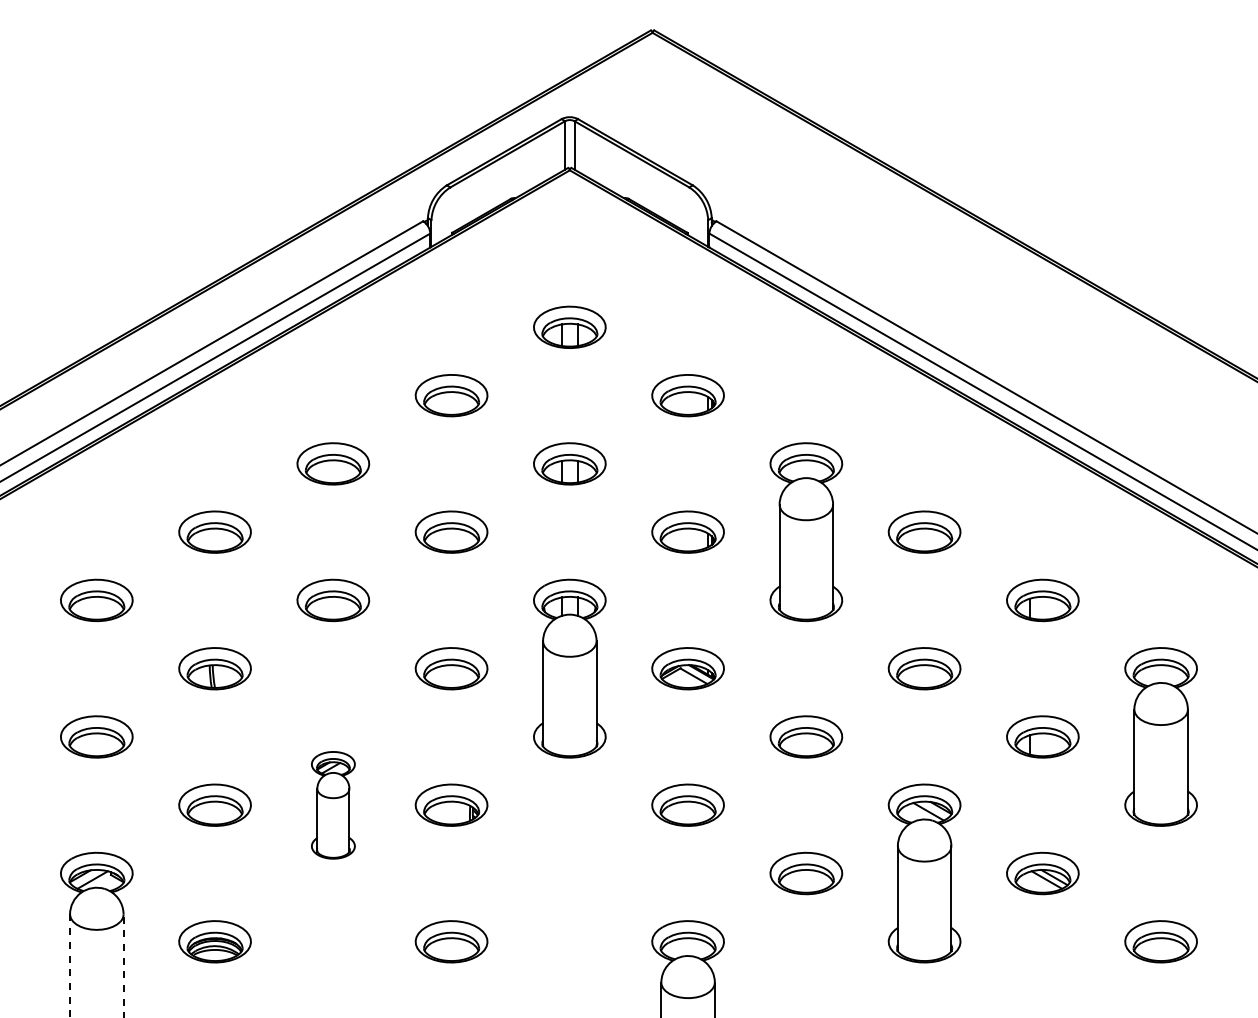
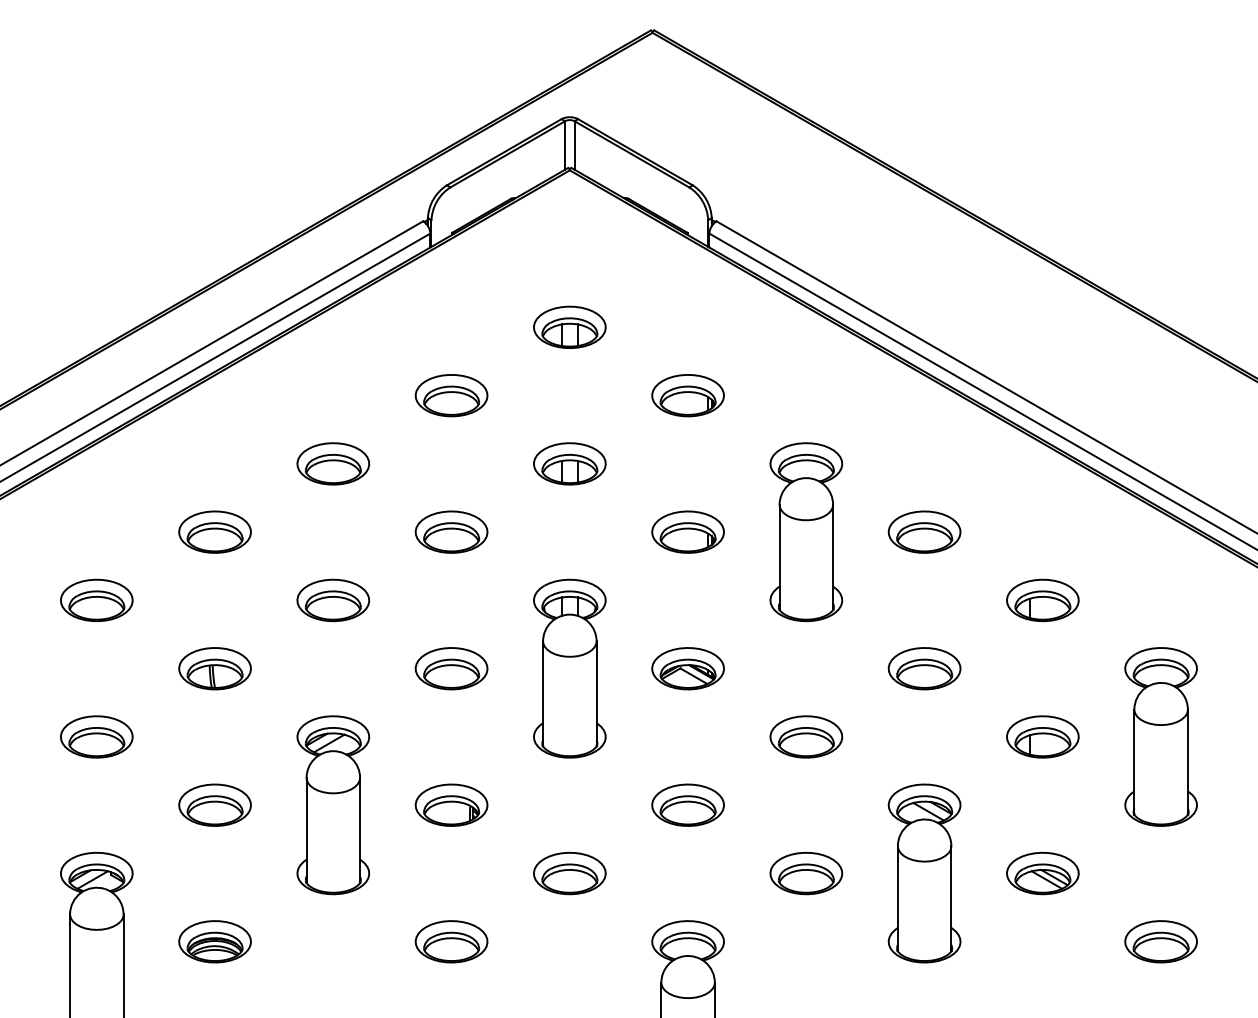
part at (333, 805) size: 45x109 px -> 75x181 px
part at (569, 873): none -> present
line at (123, 965): dashed -> solid
line at (70, 966): dashed -> solid
